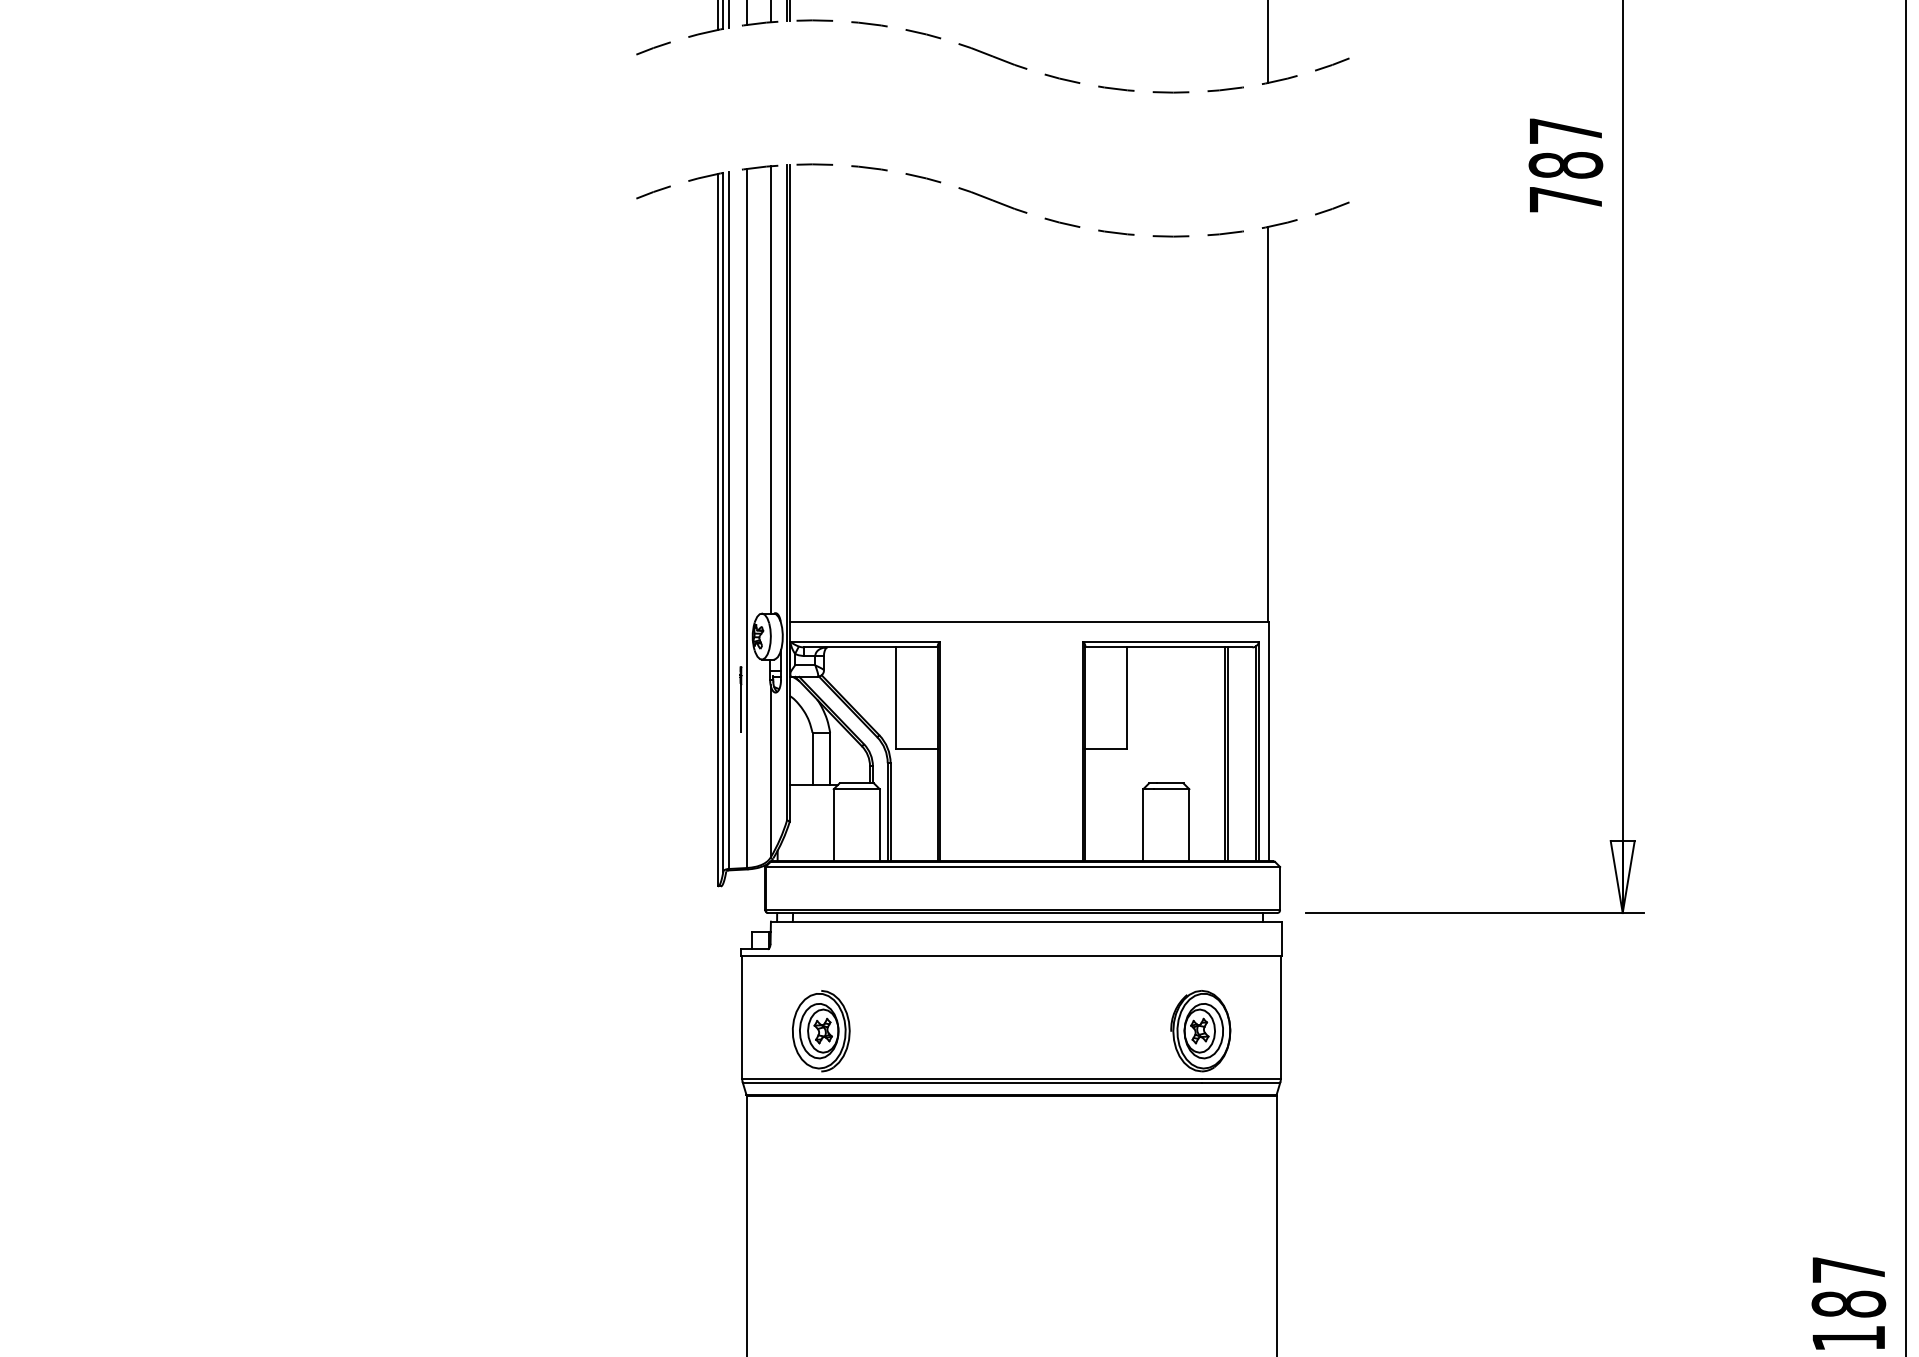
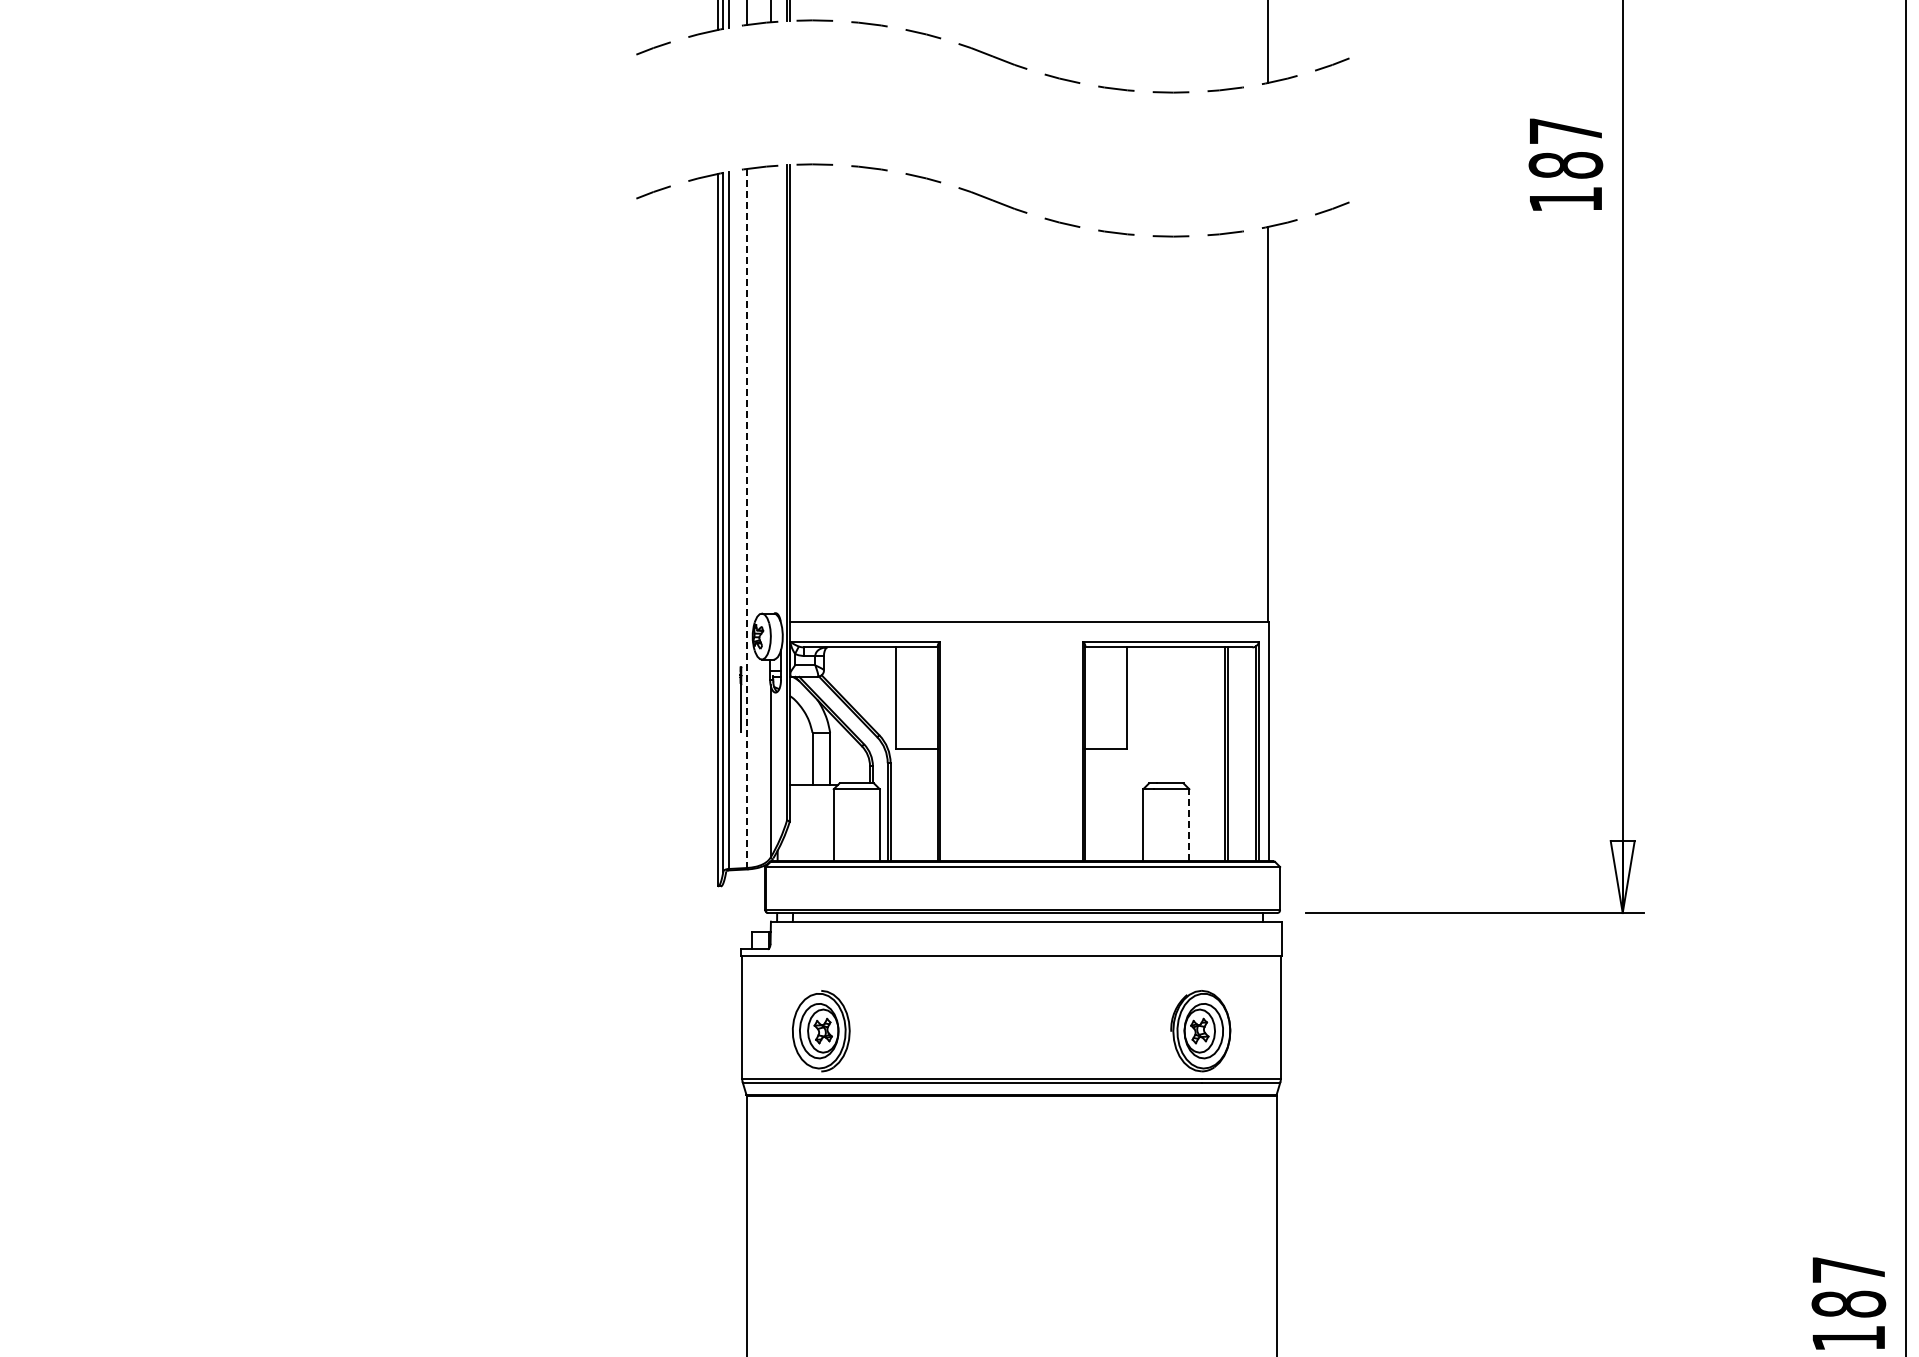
text at (1565, 199): 787 -> 187
line at (770, 389): present -> none
line at (747, 518): solid -> dashed
line at (1189, 825): solid -> dashed
